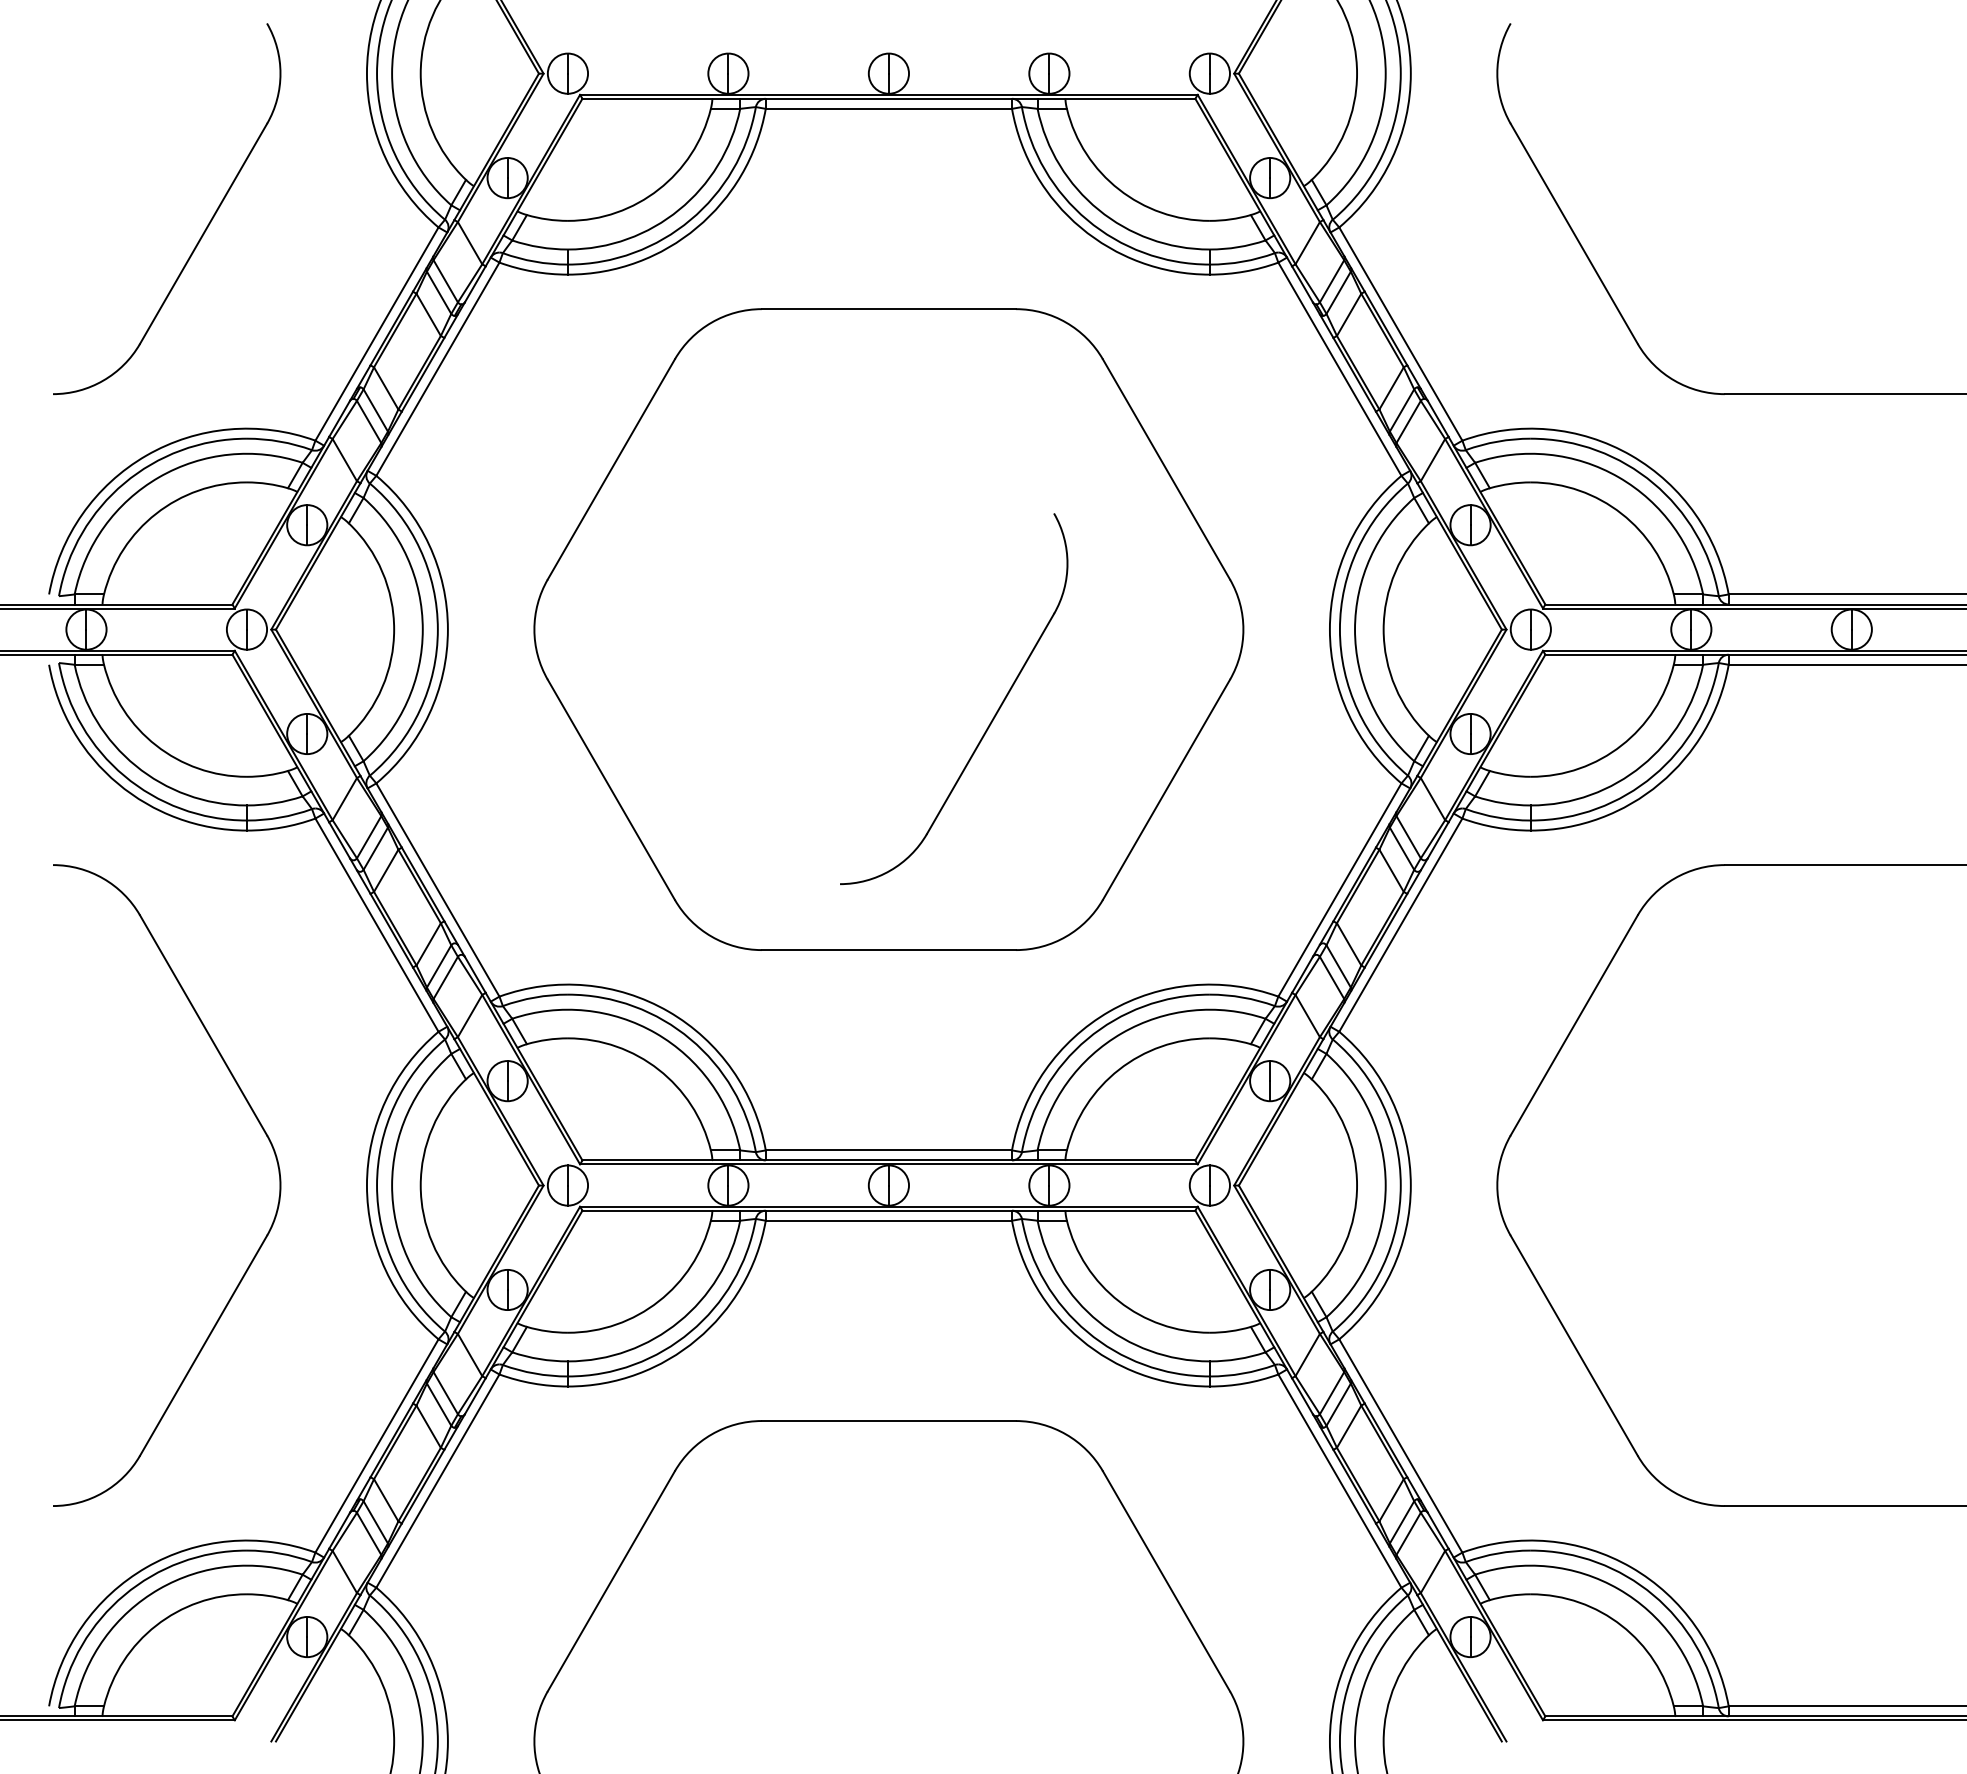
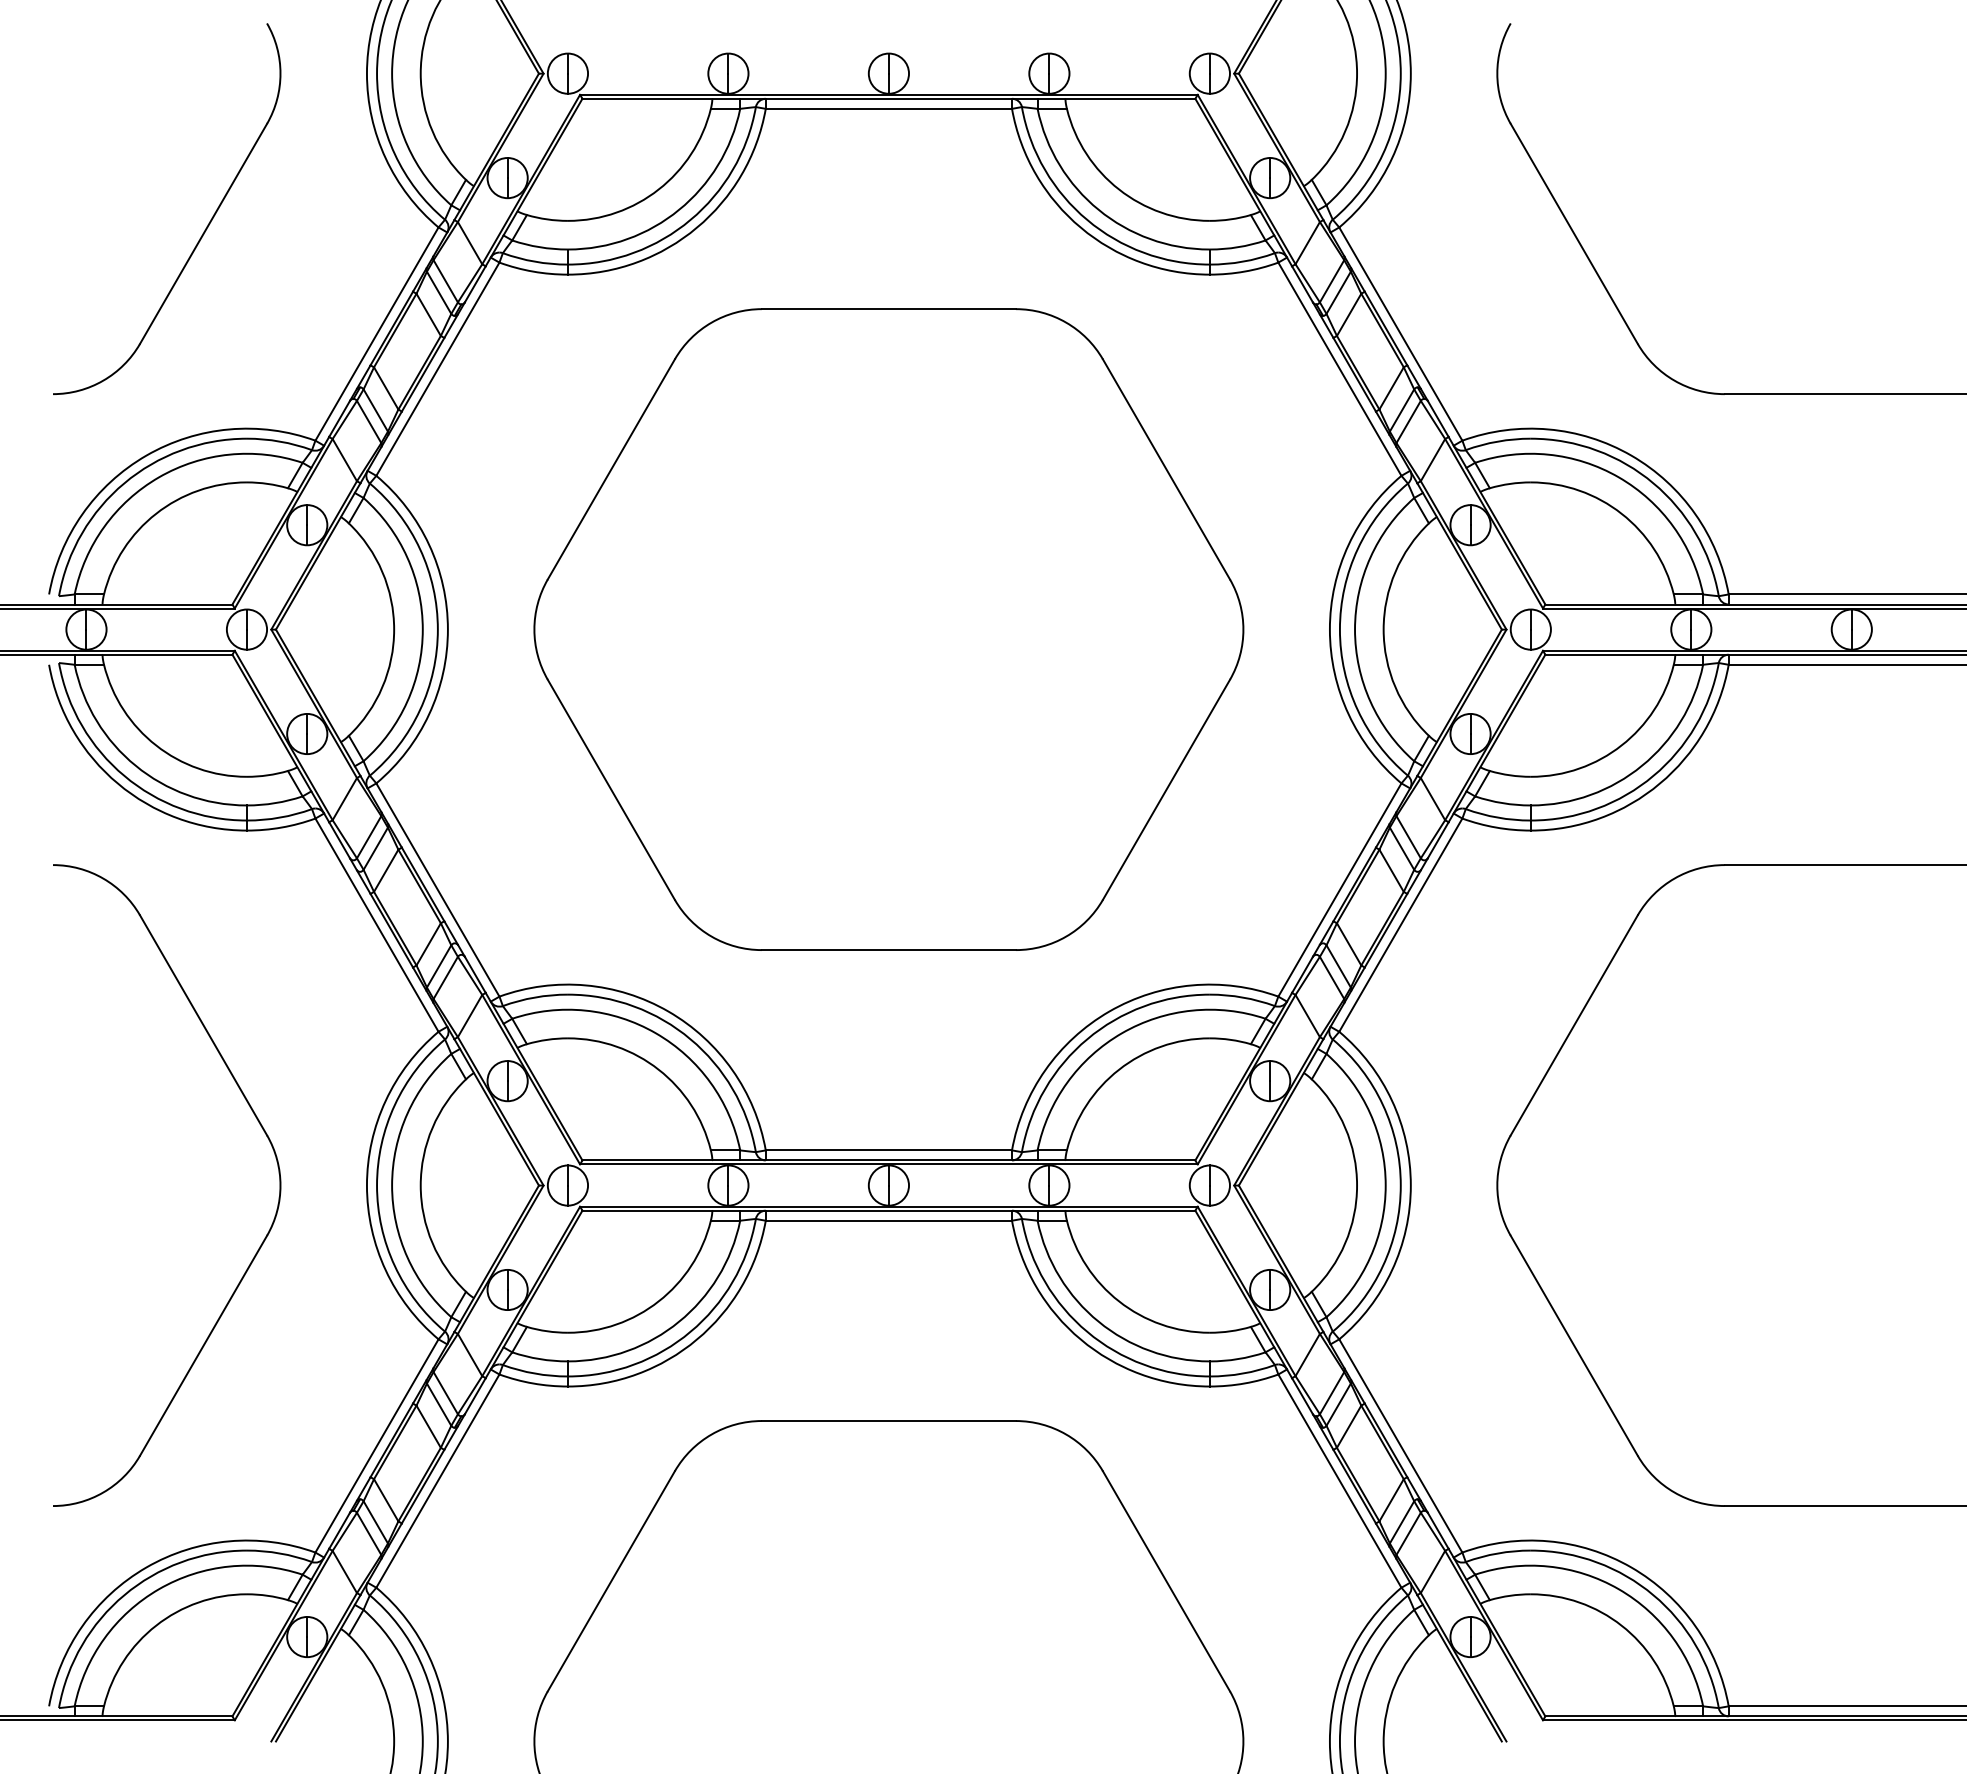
part at (990, 721): present -> none
